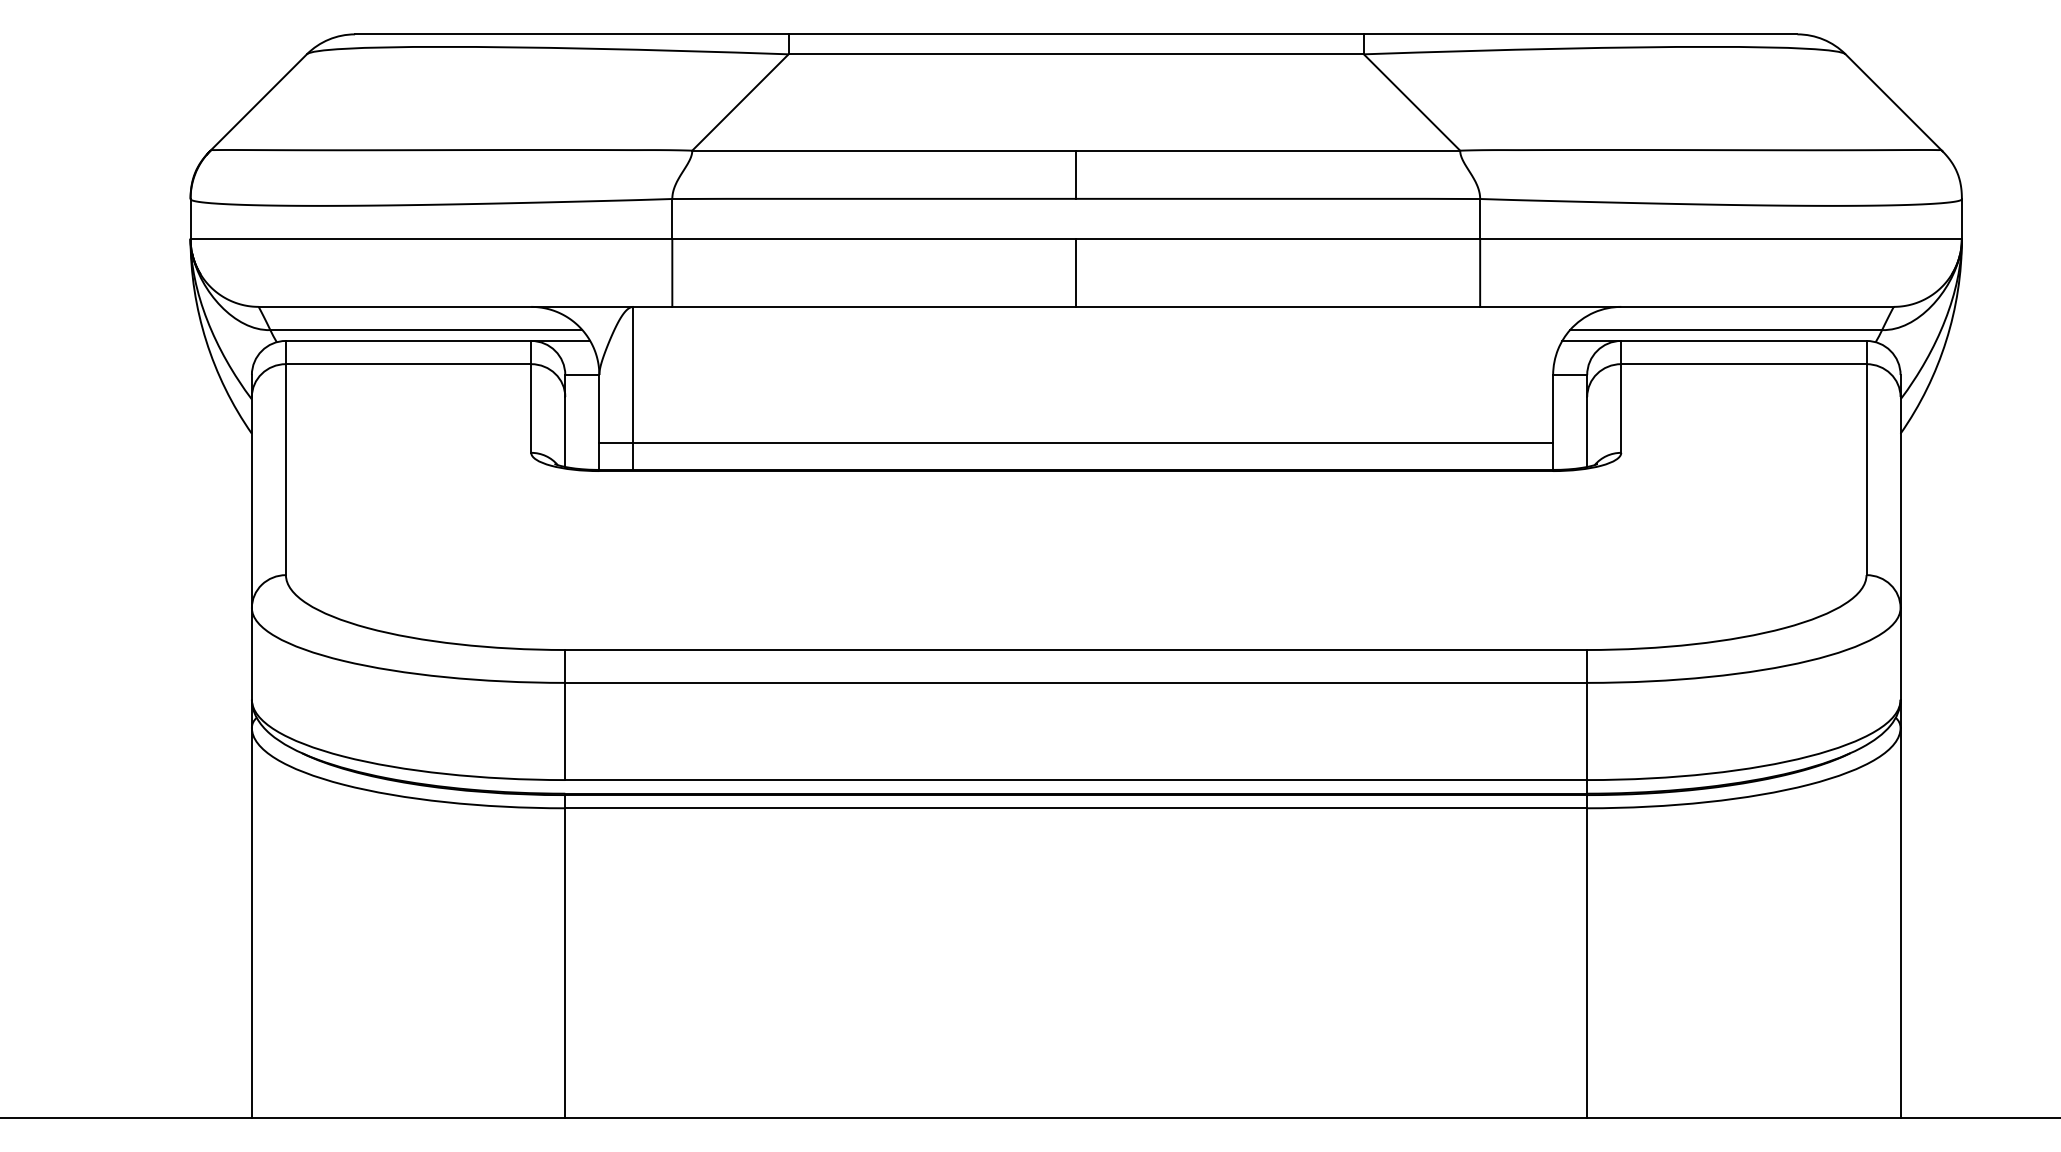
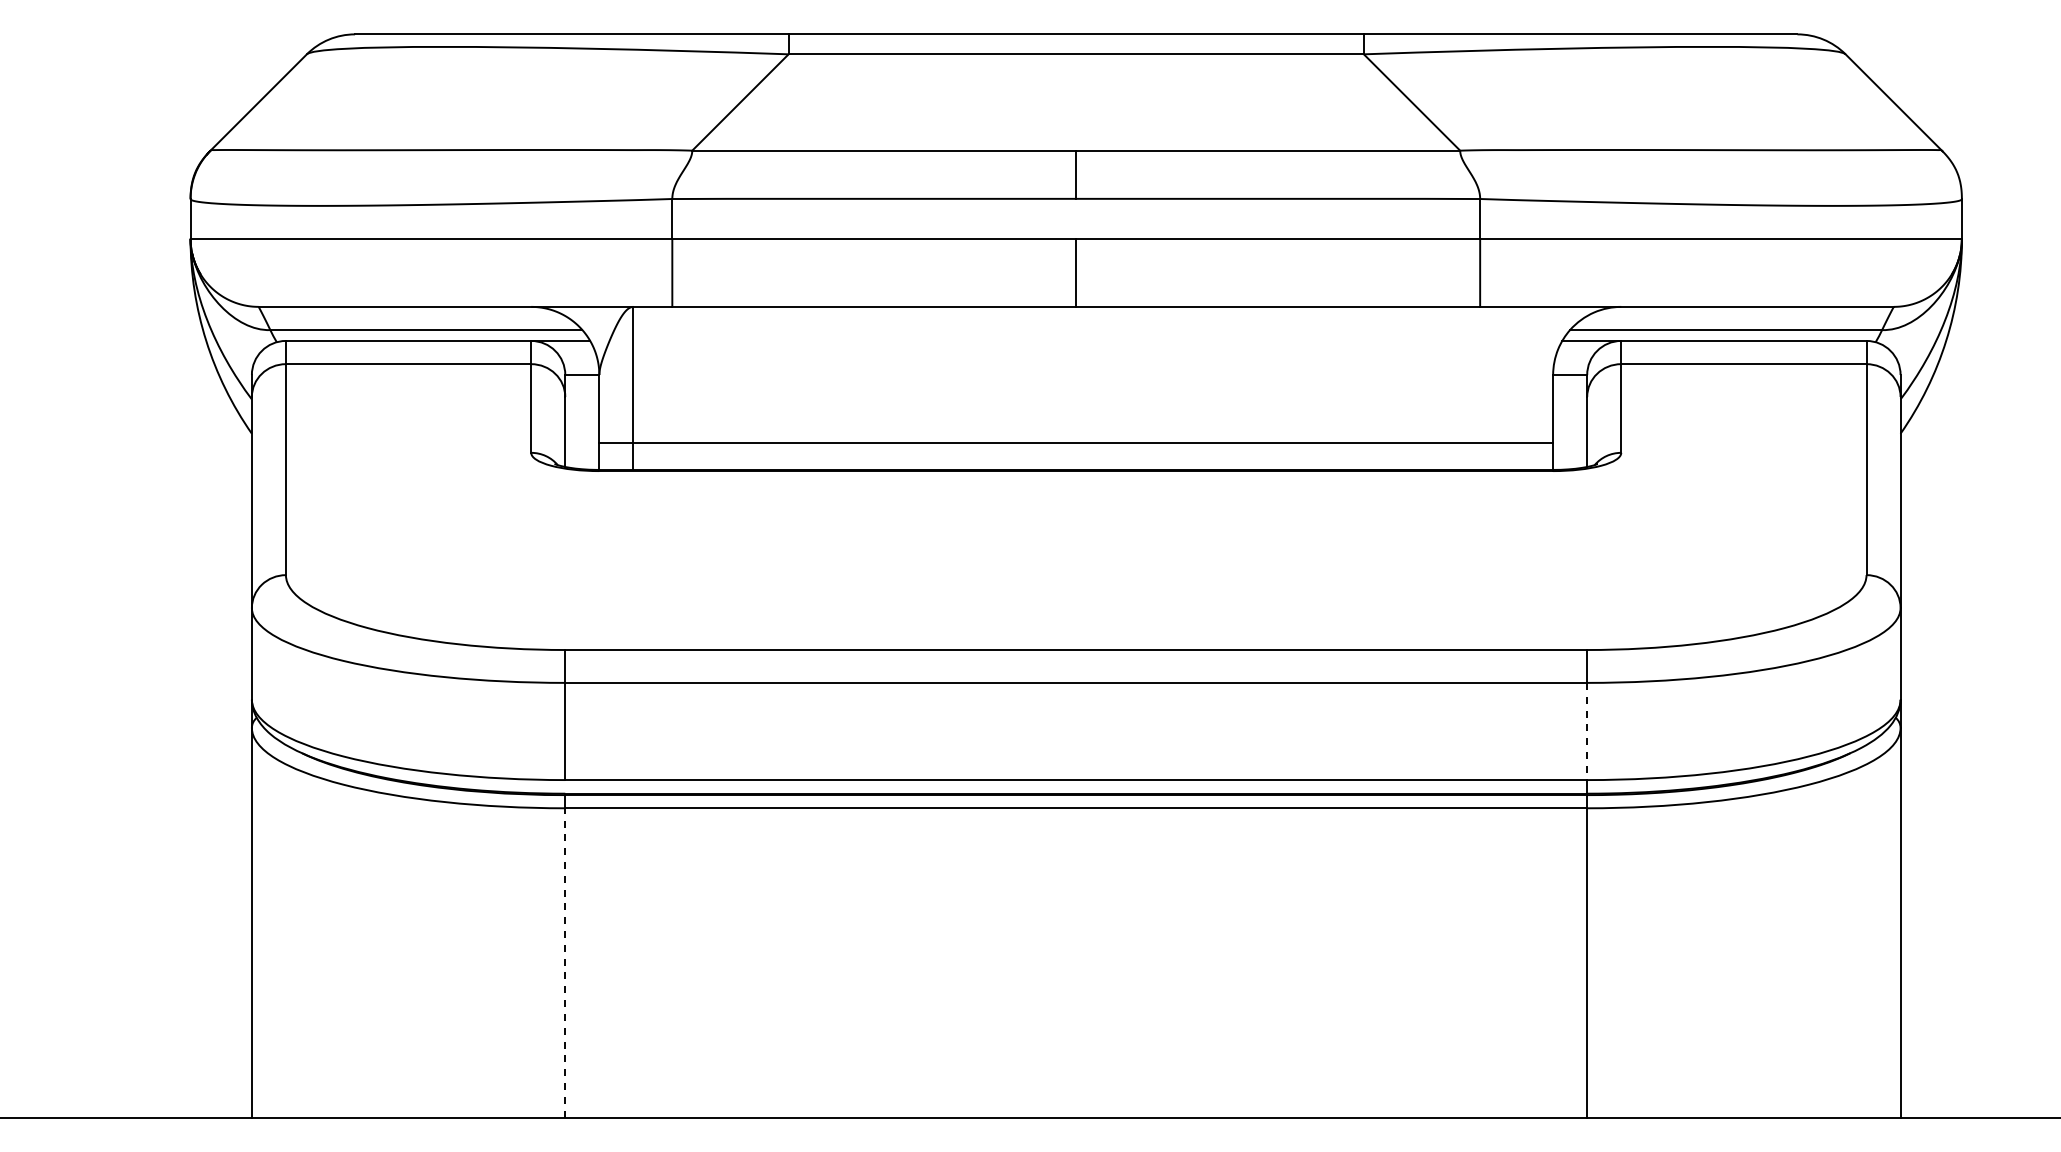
line at (1587, 731): solid -> dashed
line at (565, 962): solid -> dashed
